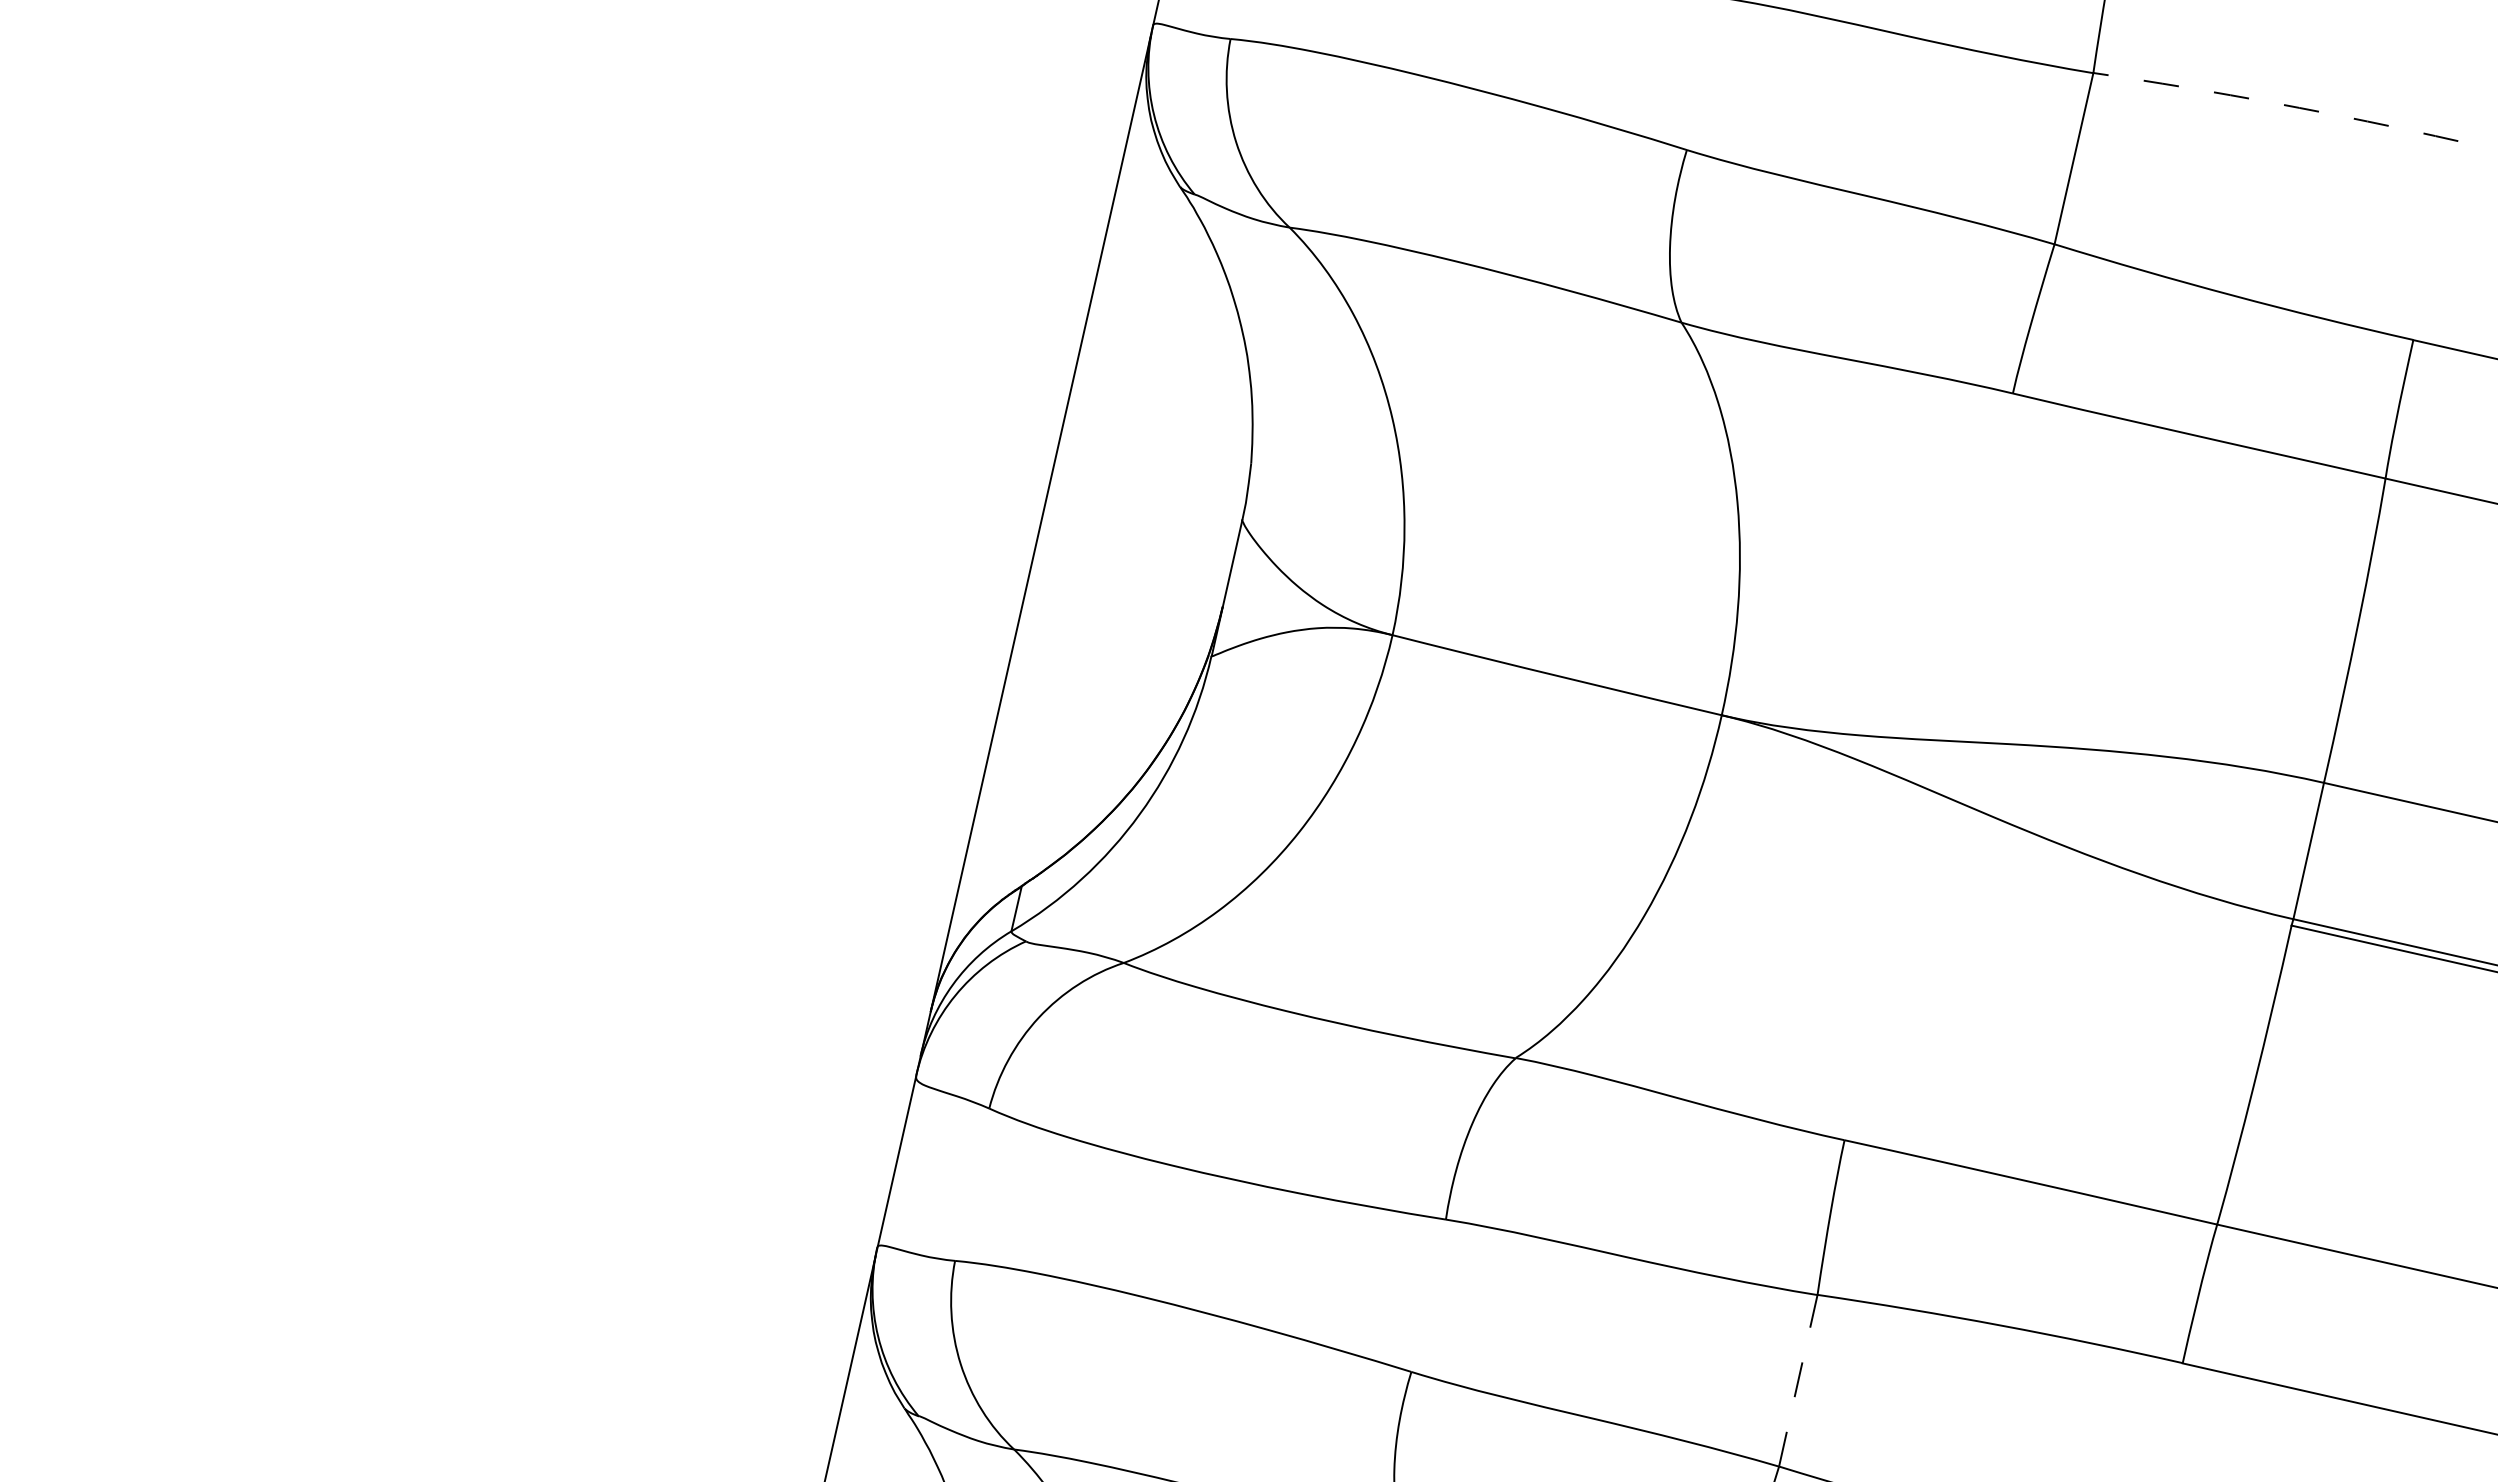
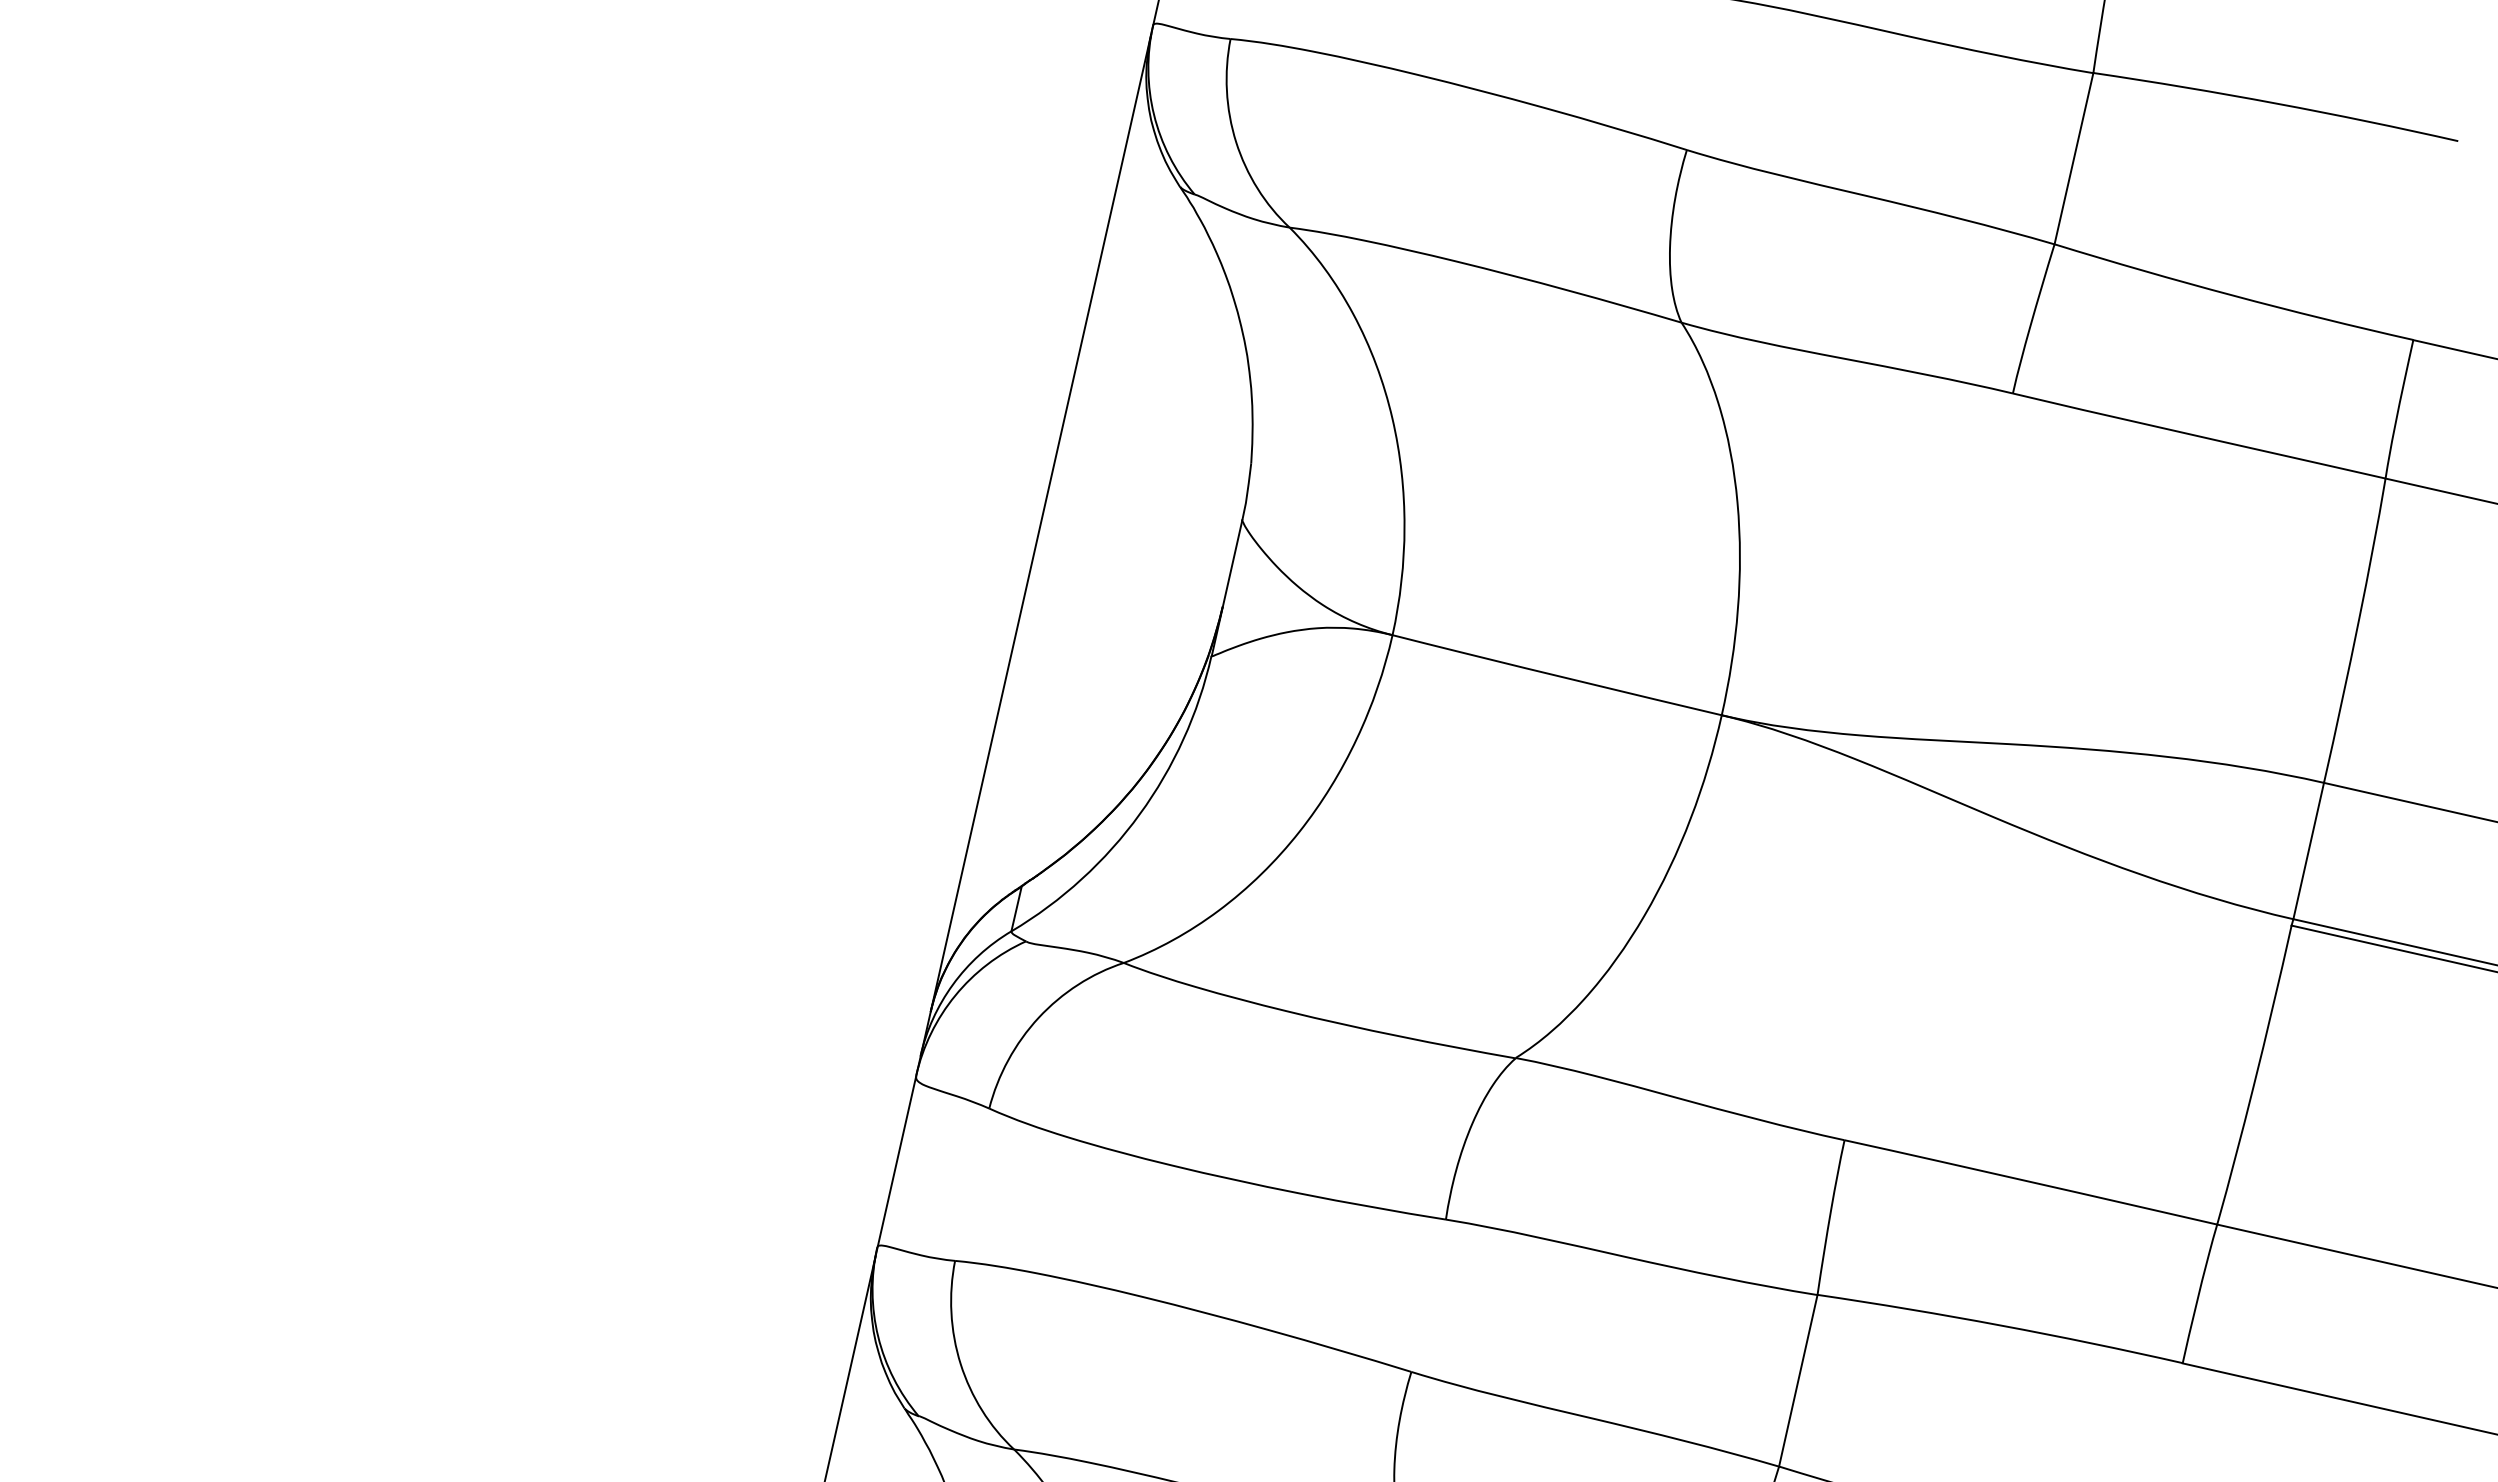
arc at (2276, 103): dashed -> solid
line at (1798, 1380): dashed -> solid
